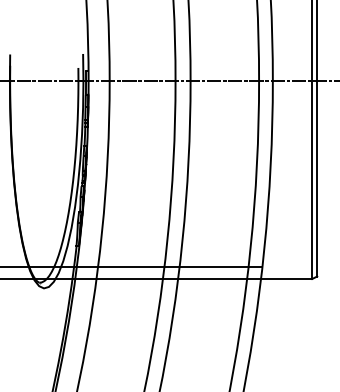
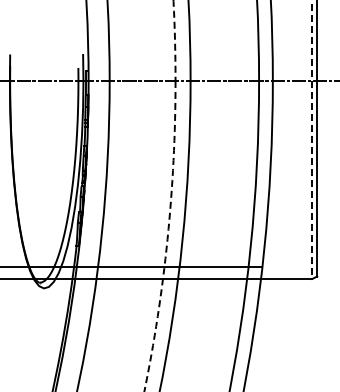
line at (312, 140): solid -> dashed
circle at (159, 195): solid -> dashed
